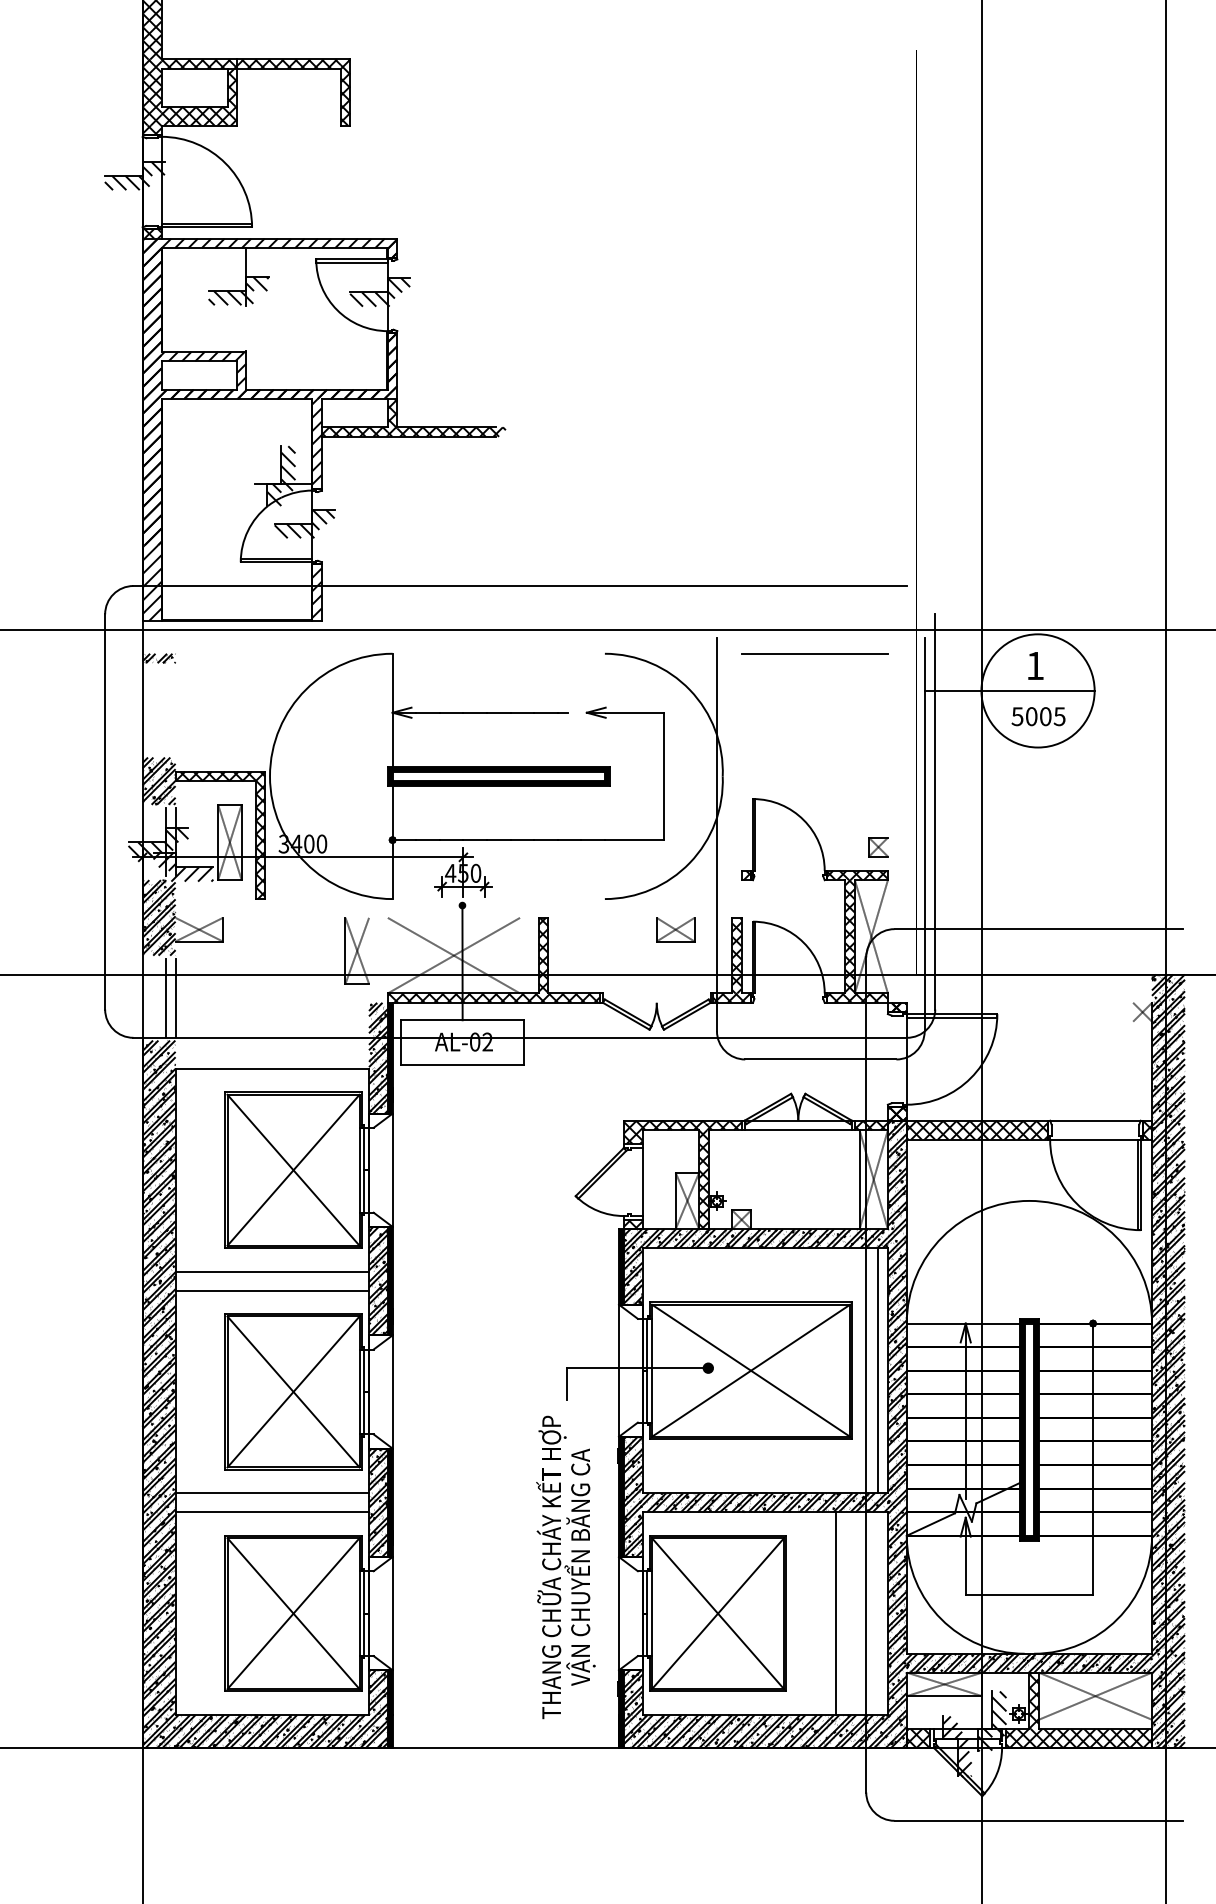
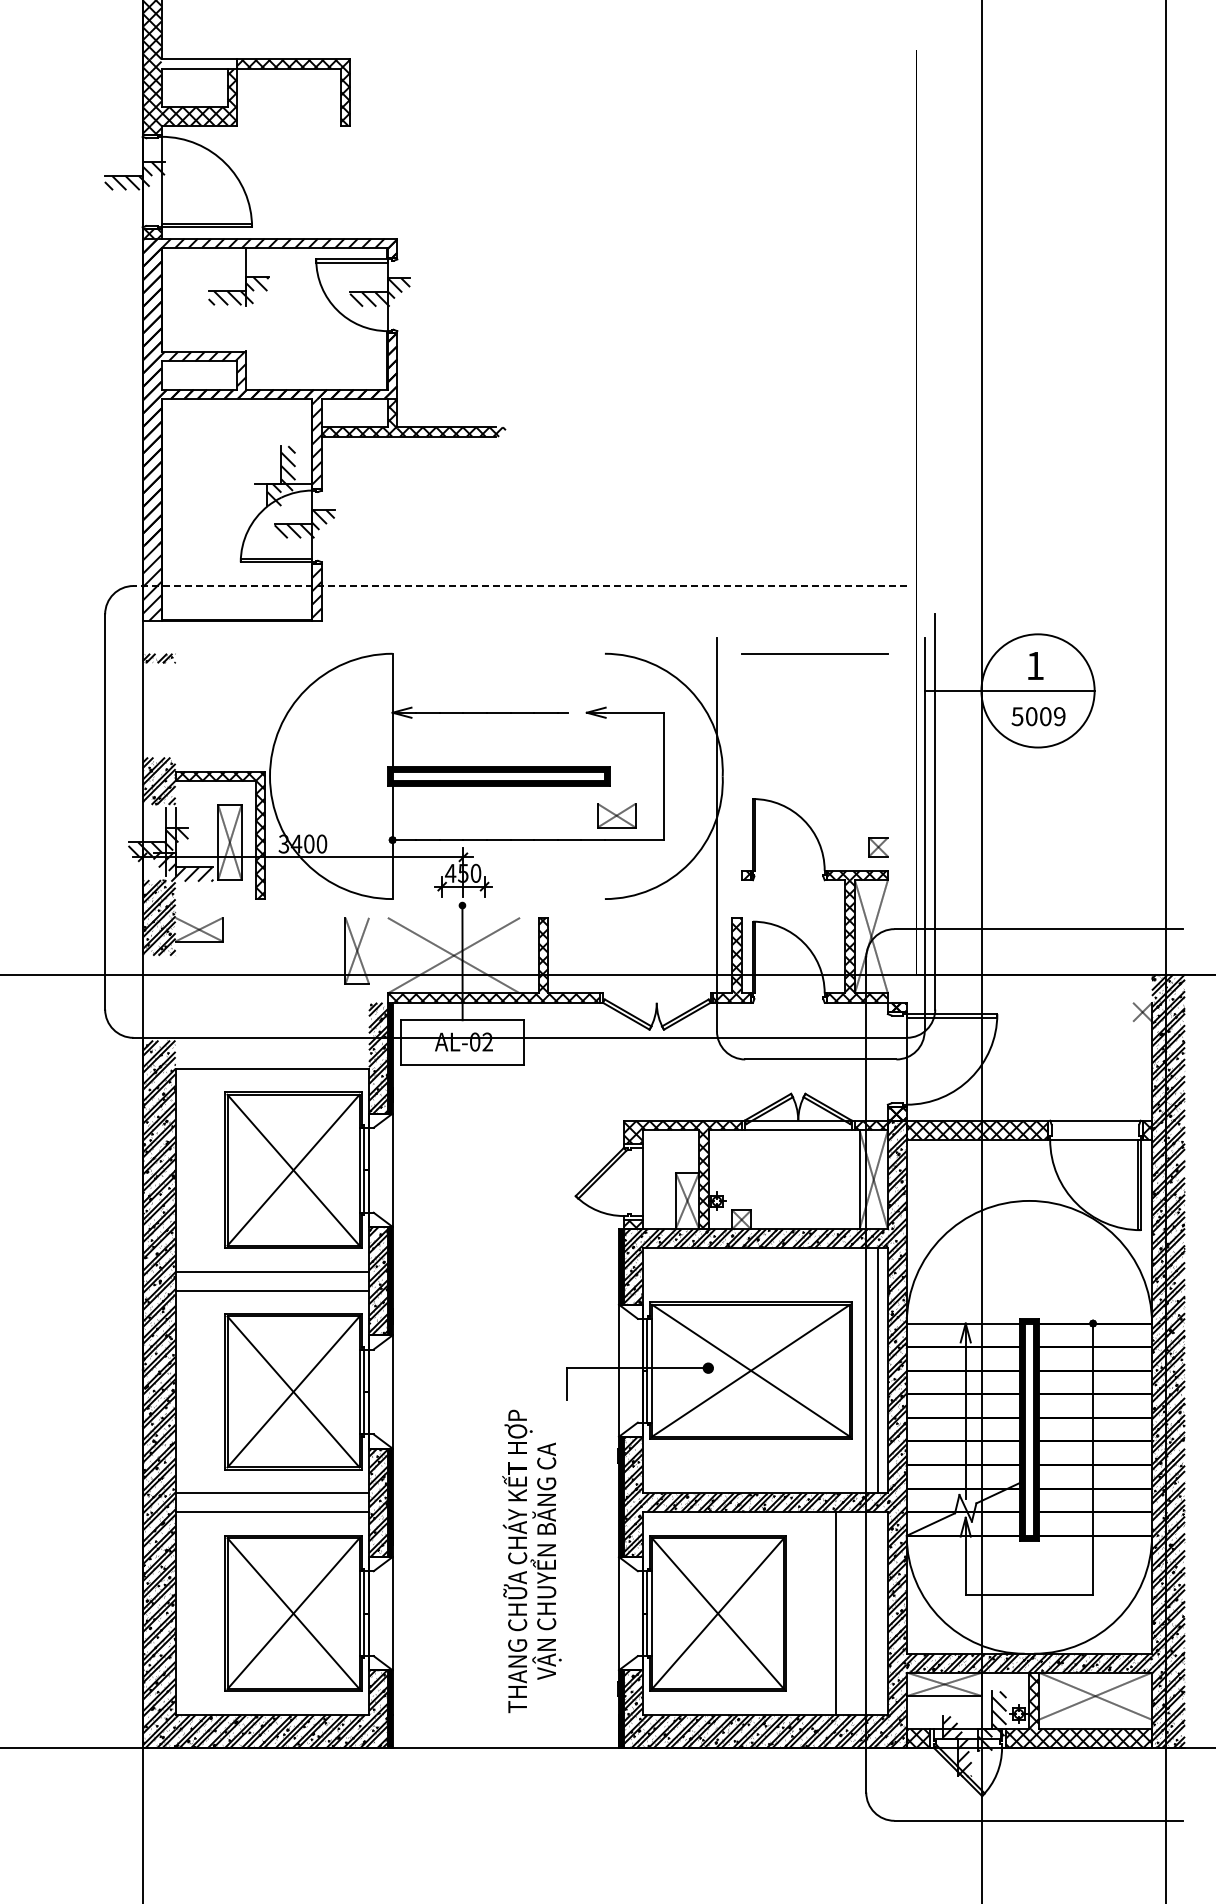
hatch at (198, 63): present -> none
line at (520, 586): solid -> dashed
line at (607, 630): present -> none
text at (1059, 716): 5005 -> 5009
part at (675, 929) position: (675, 929) -> (616, 815)
line at (166, 997): present -> none
line at (175, 997): present -> none
text at (565, 1567) position: (565, 1567) -> (531, 1561)
